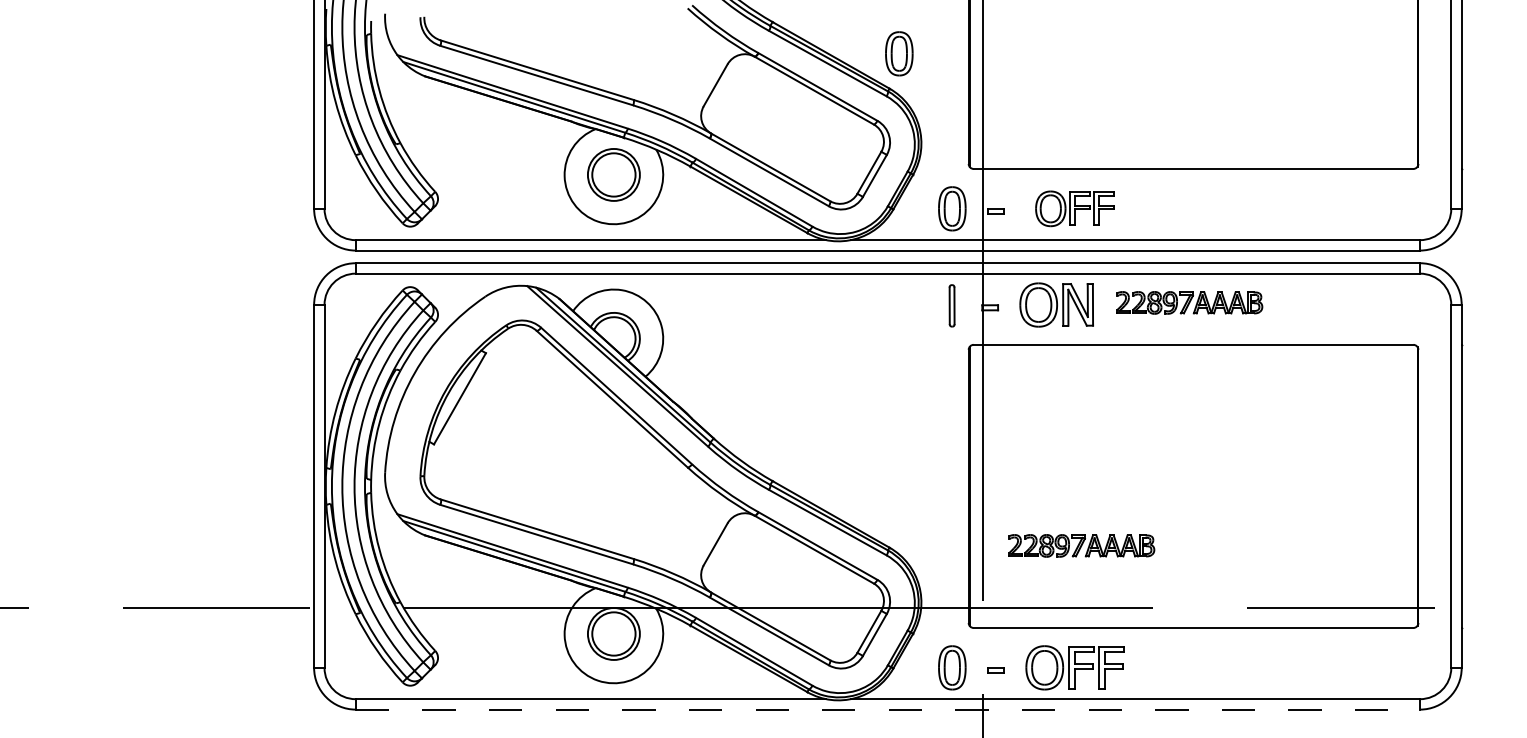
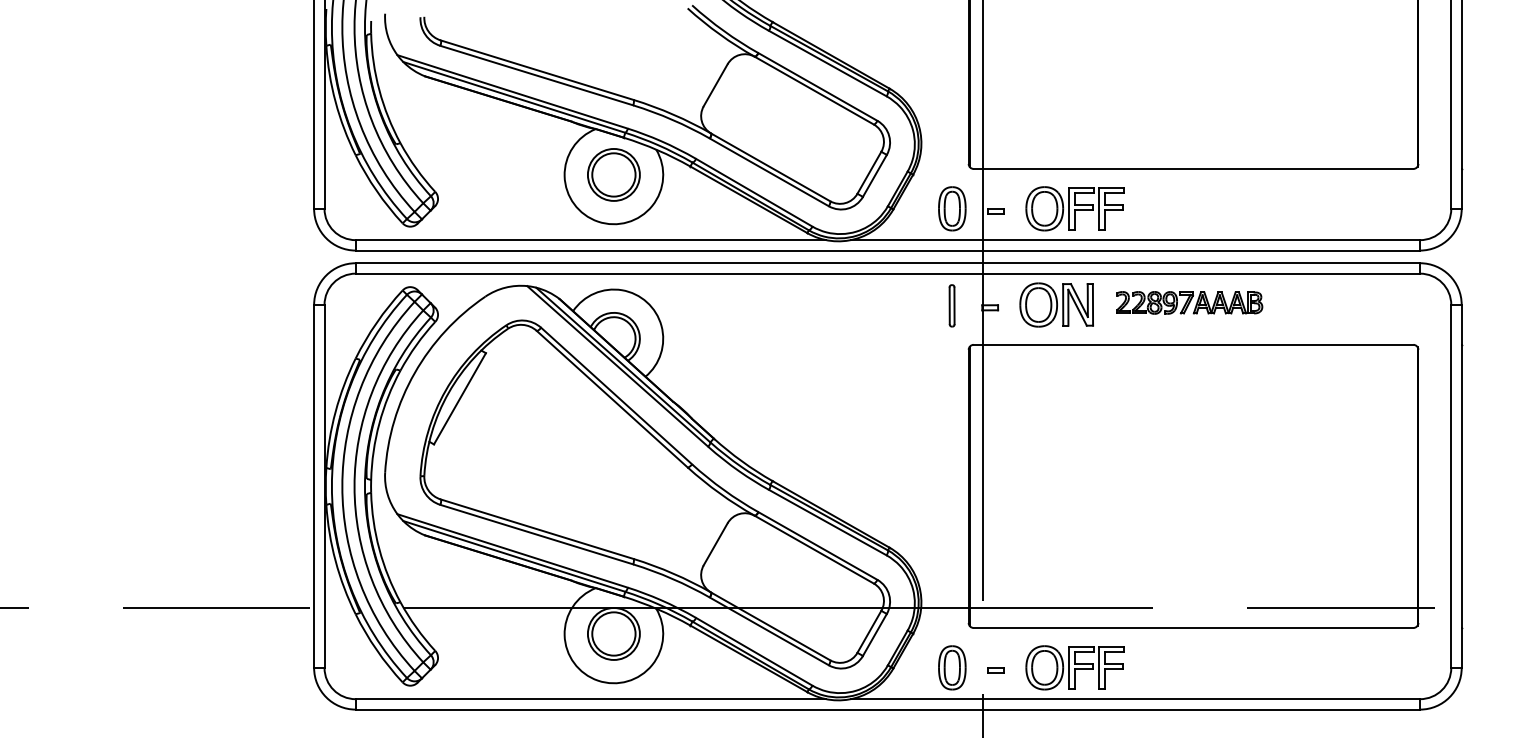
part at (899, 53): present -> none
part at (1074, 208) size: 80x38 px -> 100x46 px
part at (1081, 545): present -> none
line at (888, 709): dashed -> solid
